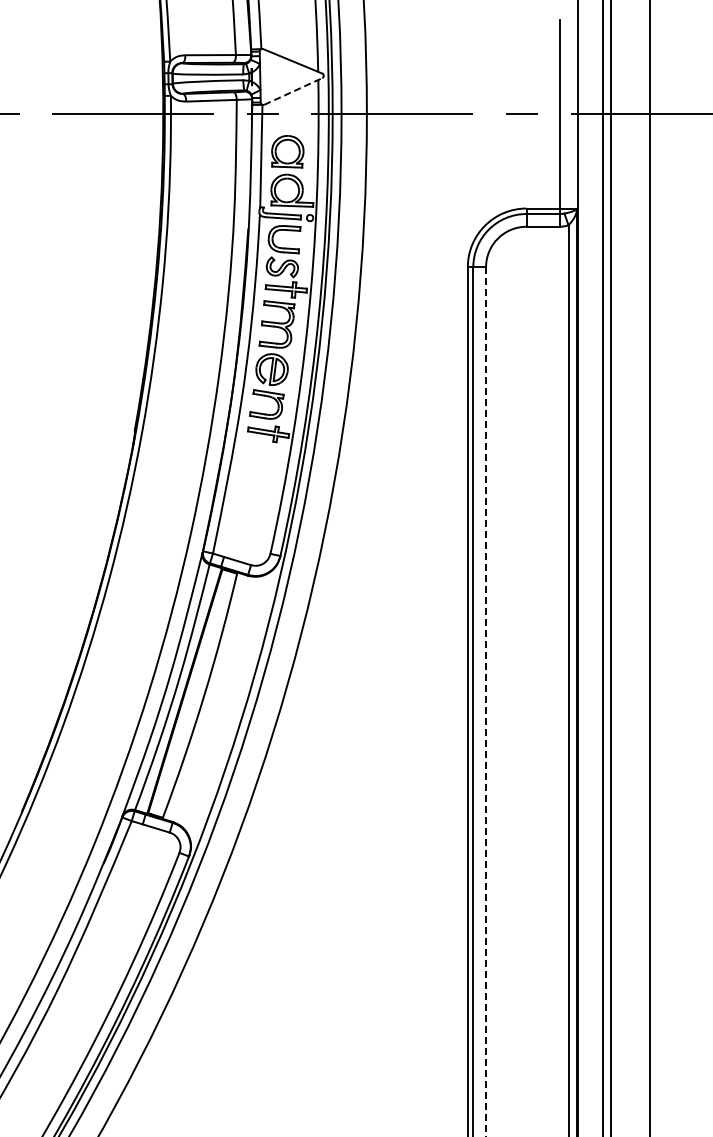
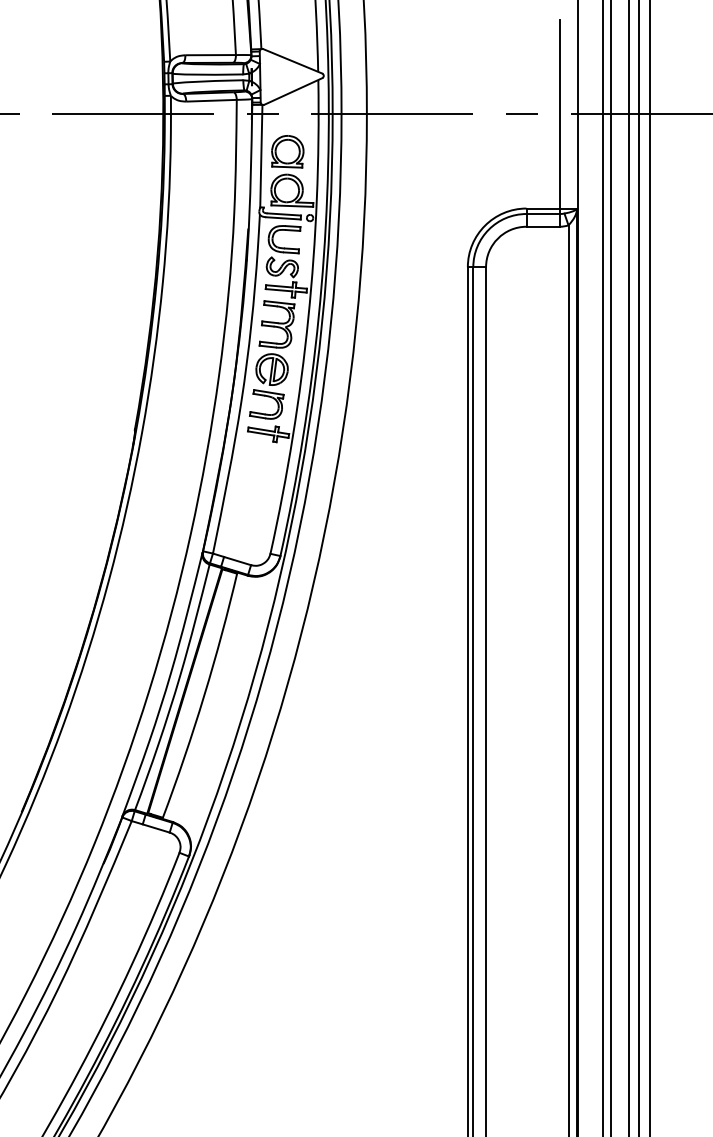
line at (293, 91): dashed -> solid
line at (628, 567): none -> present
line at (639, 567): none -> present
line at (486, 701): dashed -> solid
